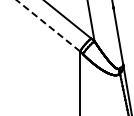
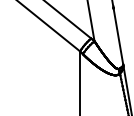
line at (48, 25): dashed -> solid
